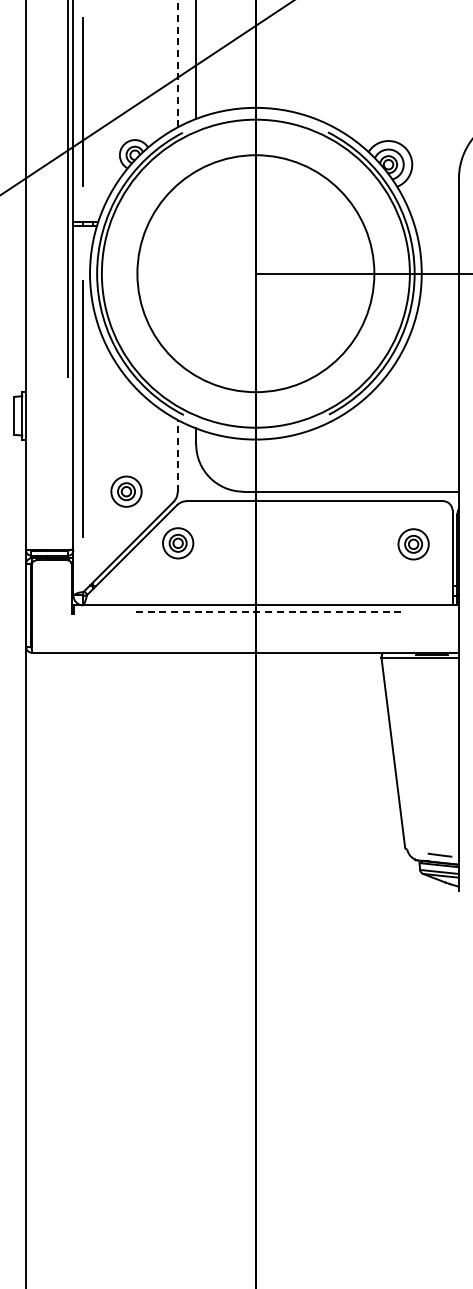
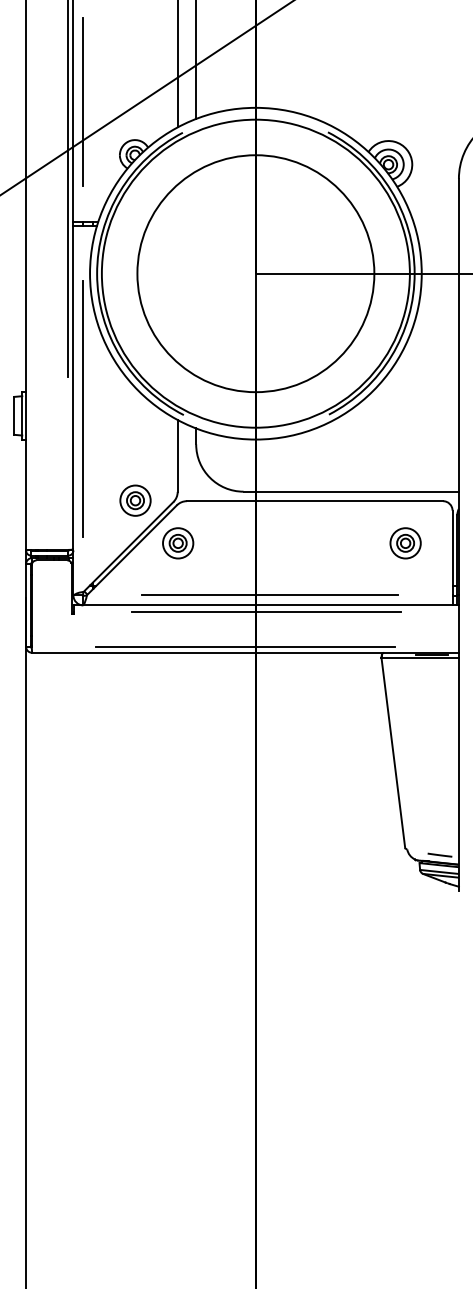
line at (177, 63): dashed -> solid
line at (177, 455): dashed -> solid
part at (126, 491) position: (126, 491) -> (135, 500)
part at (413, 544) position: (413, 544) -> (405, 543)
line at (269, 595): none -> present
line at (266, 611): dashed -> solid
line at (244, 646): none -> present
